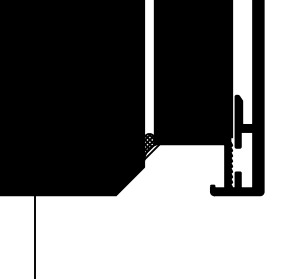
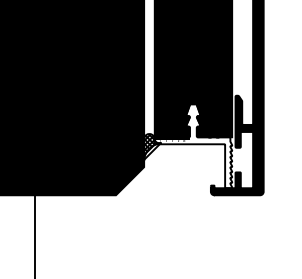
fill at (193, 145): present -> none
